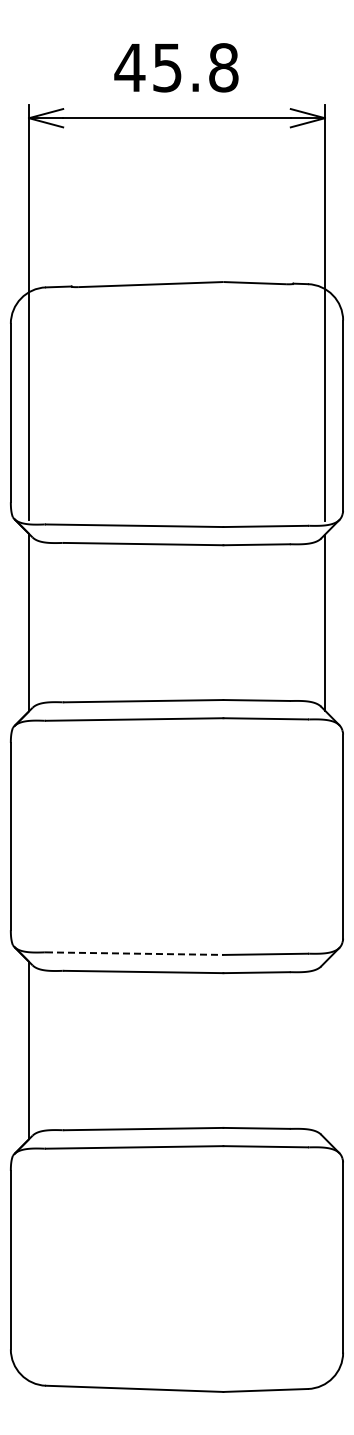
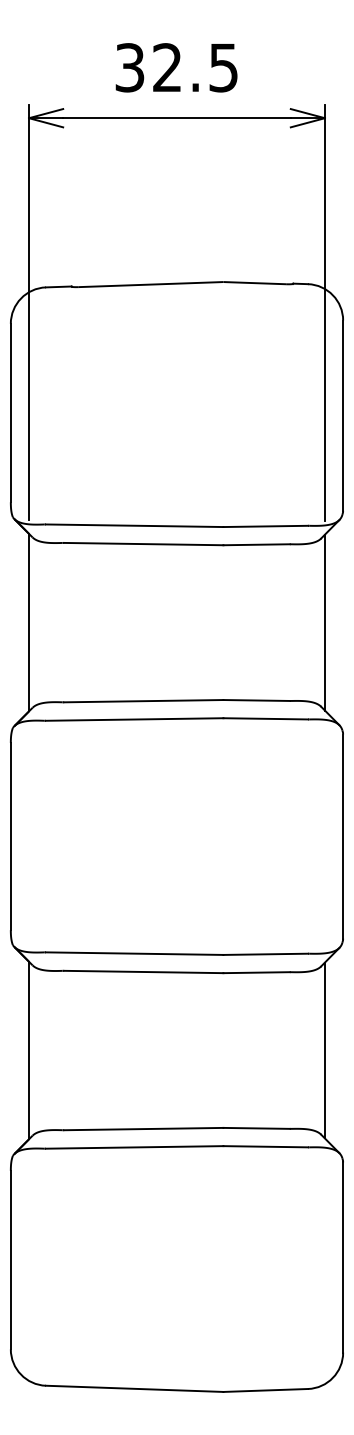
text at (176, 67): 45.8 -> 32.5
line at (134, 953): dashed -> solid
line at (324, 1050): none -> present
